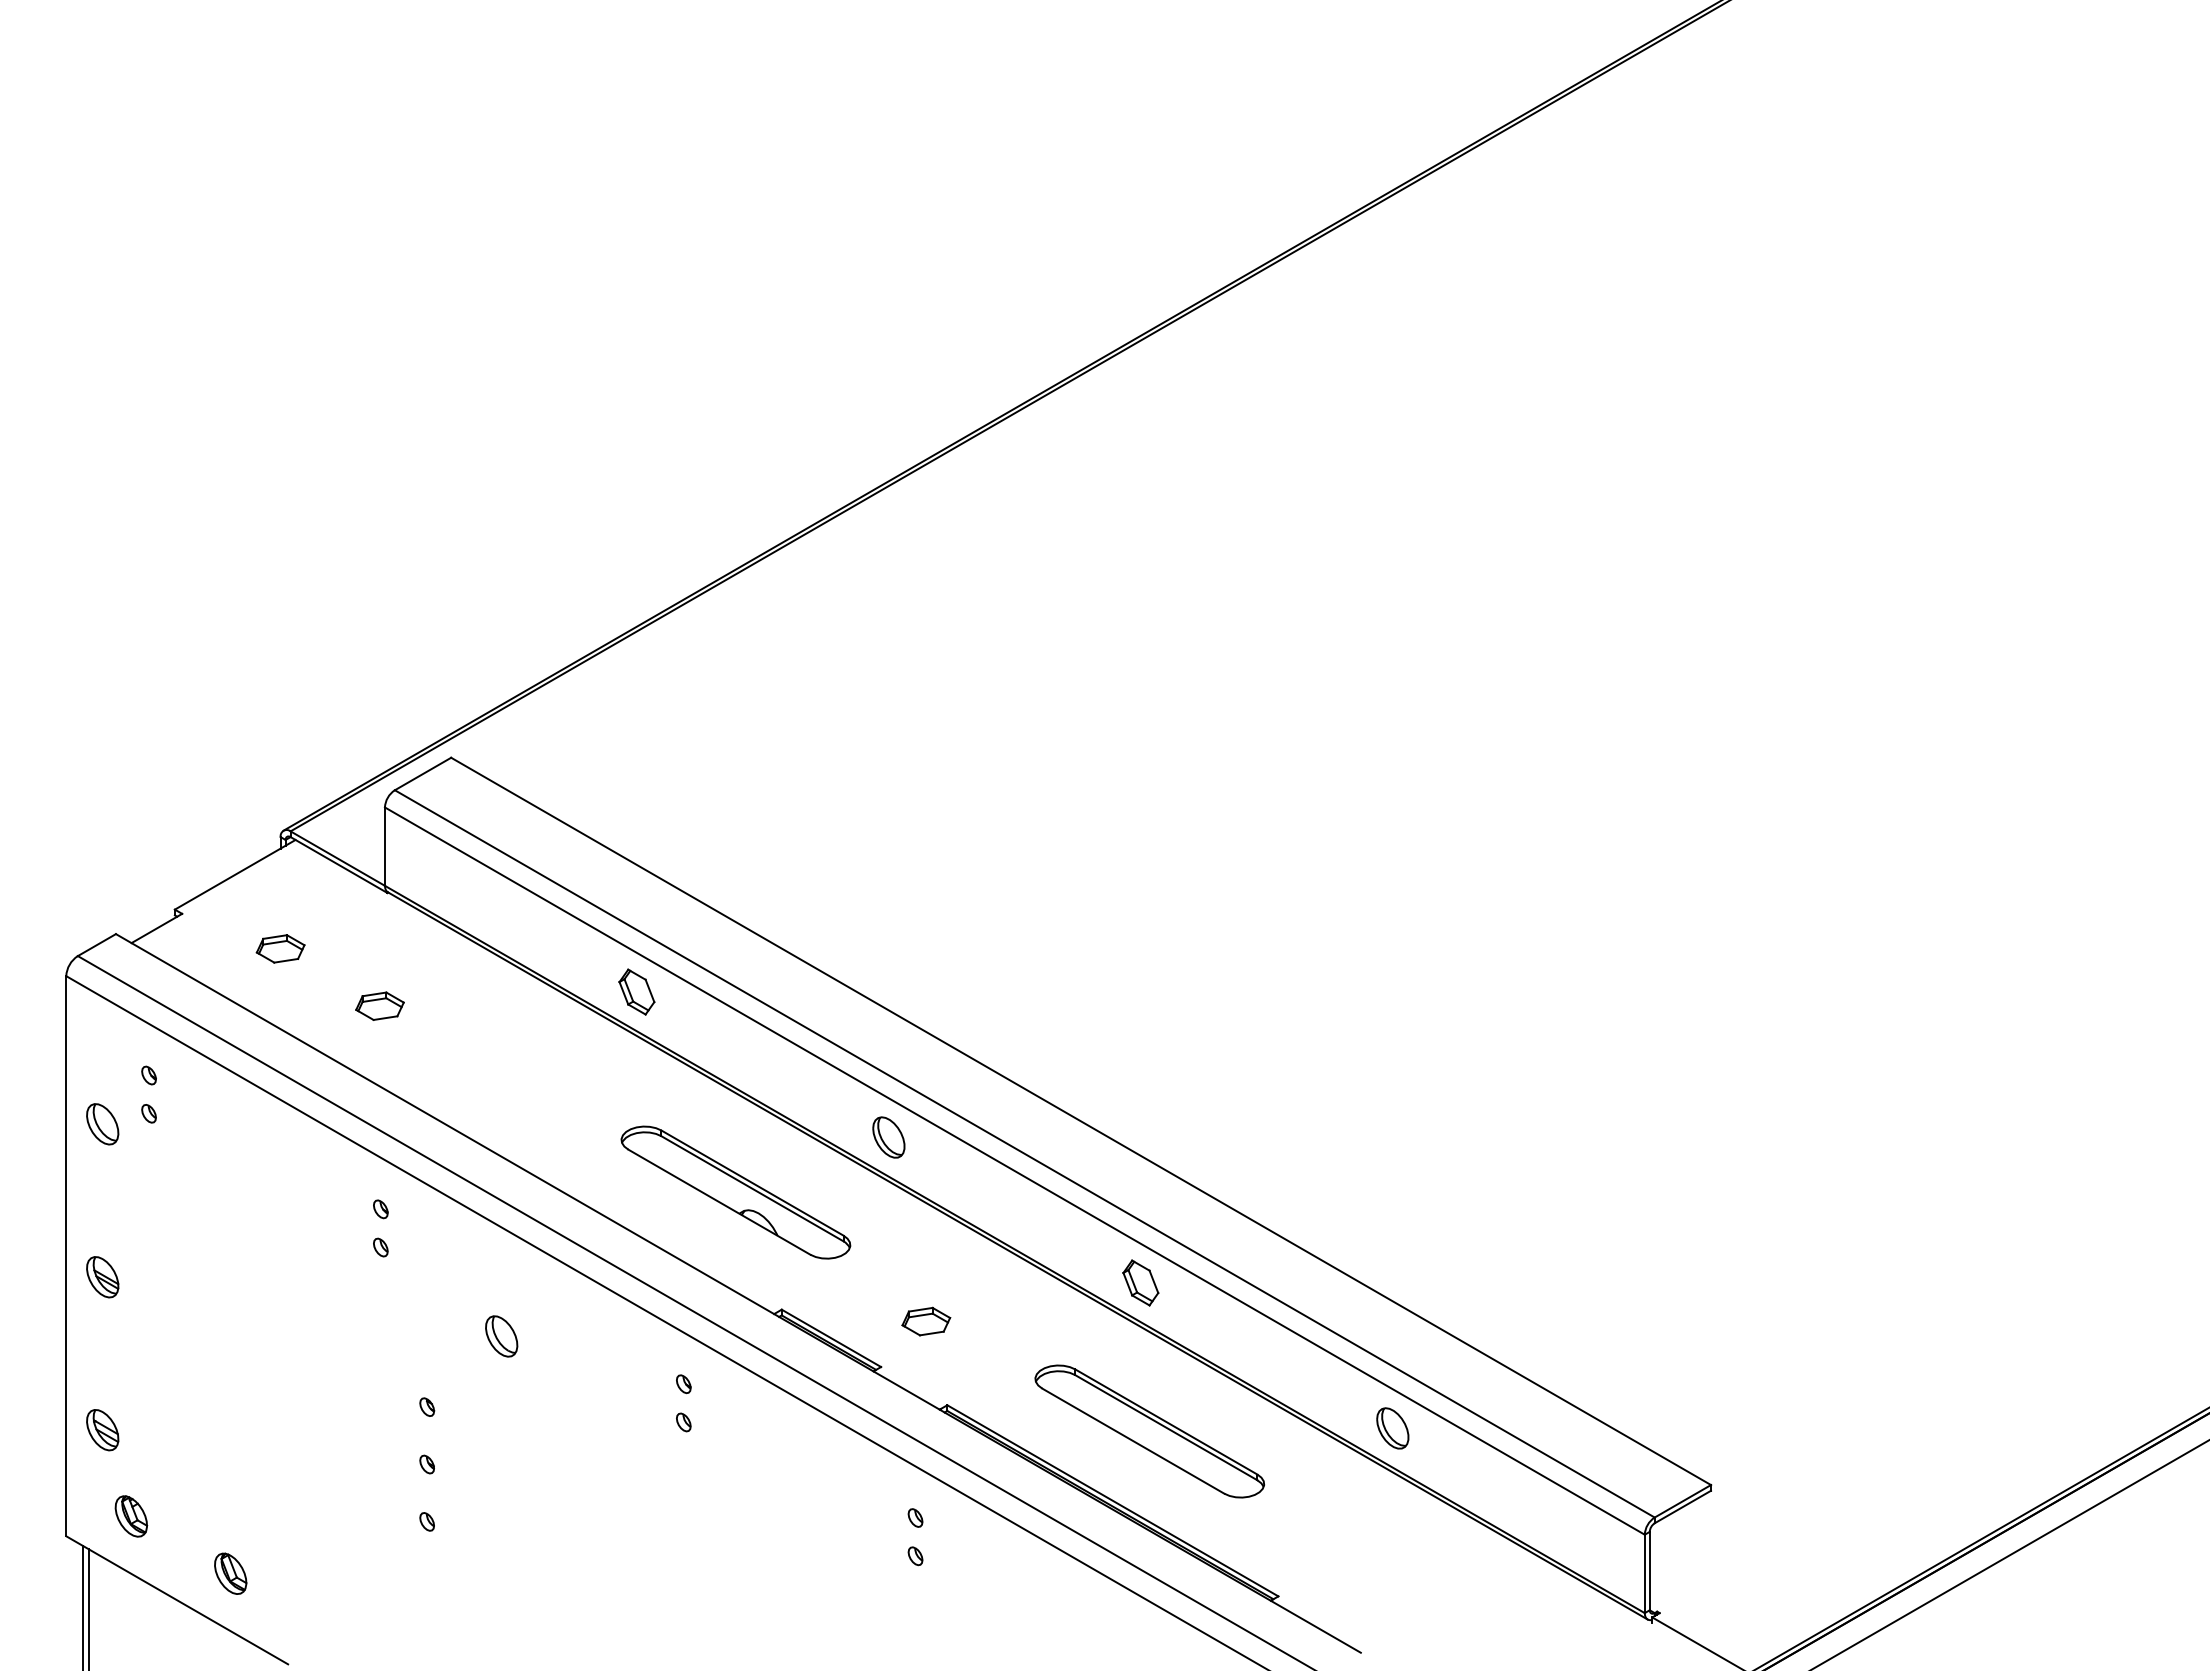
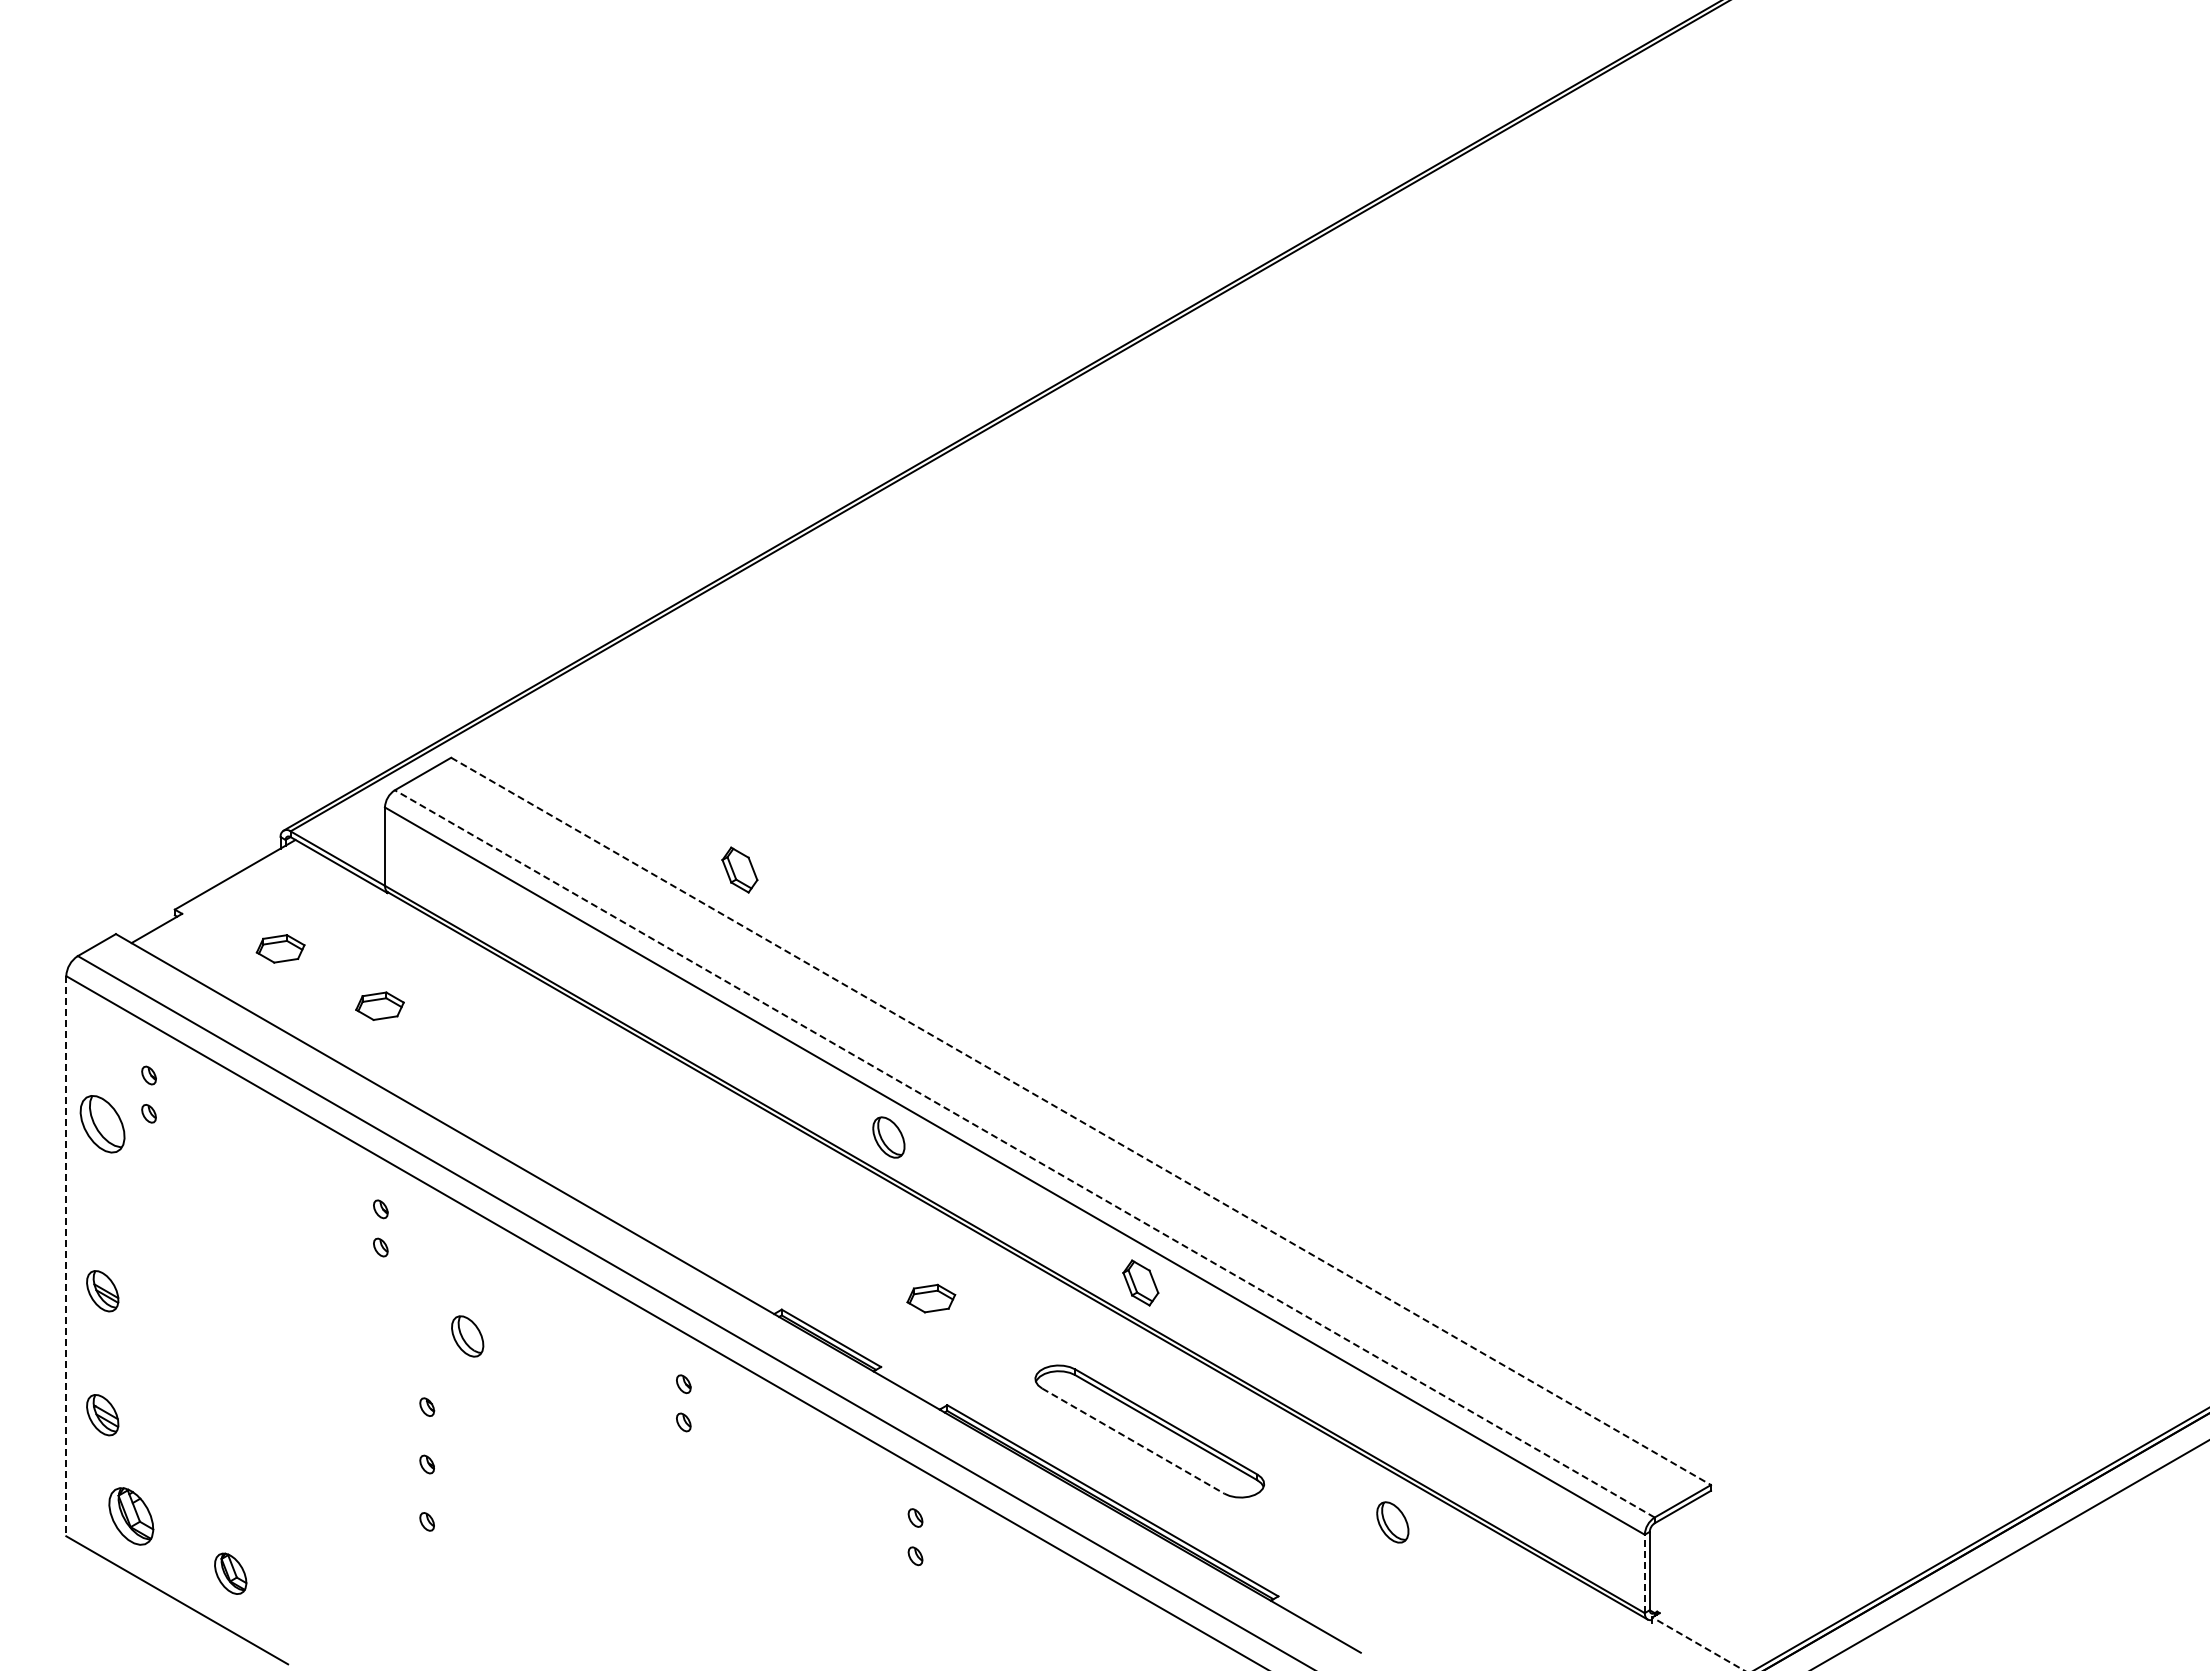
part at (636, 991) position: (636, 991) -> (739, 869)
line at (1081, 1121): solid -> dashed
part at (102, 1124) size: 34x43 px -> 47x59 px
line at (1024, 1153): solid -> dashed
part at (735, 1192): present -> none
line at (66, 1256): solid -> dashed
part at (102, 1277) position: (102, 1277) -> (102, 1291)
part at (926, 1321) position: (926, 1321) -> (931, 1298)
part at (501, 1336) position: (501, 1336) -> (467, 1336)
part at (1392, 1428) position: (1392, 1428) -> (1392, 1522)
part at (102, 1430) position: (102, 1430) -> (102, 1415)
line at (1133, 1441): solid -> dashed
part at (131, 1516) size: 35x43 px -> 47x59 px
line at (1644, 1573): solid -> dashed
line at (83, 1606): present -> none
line at (88, 1608): present -> none
line at (1698, 1643): solid -> dashed
